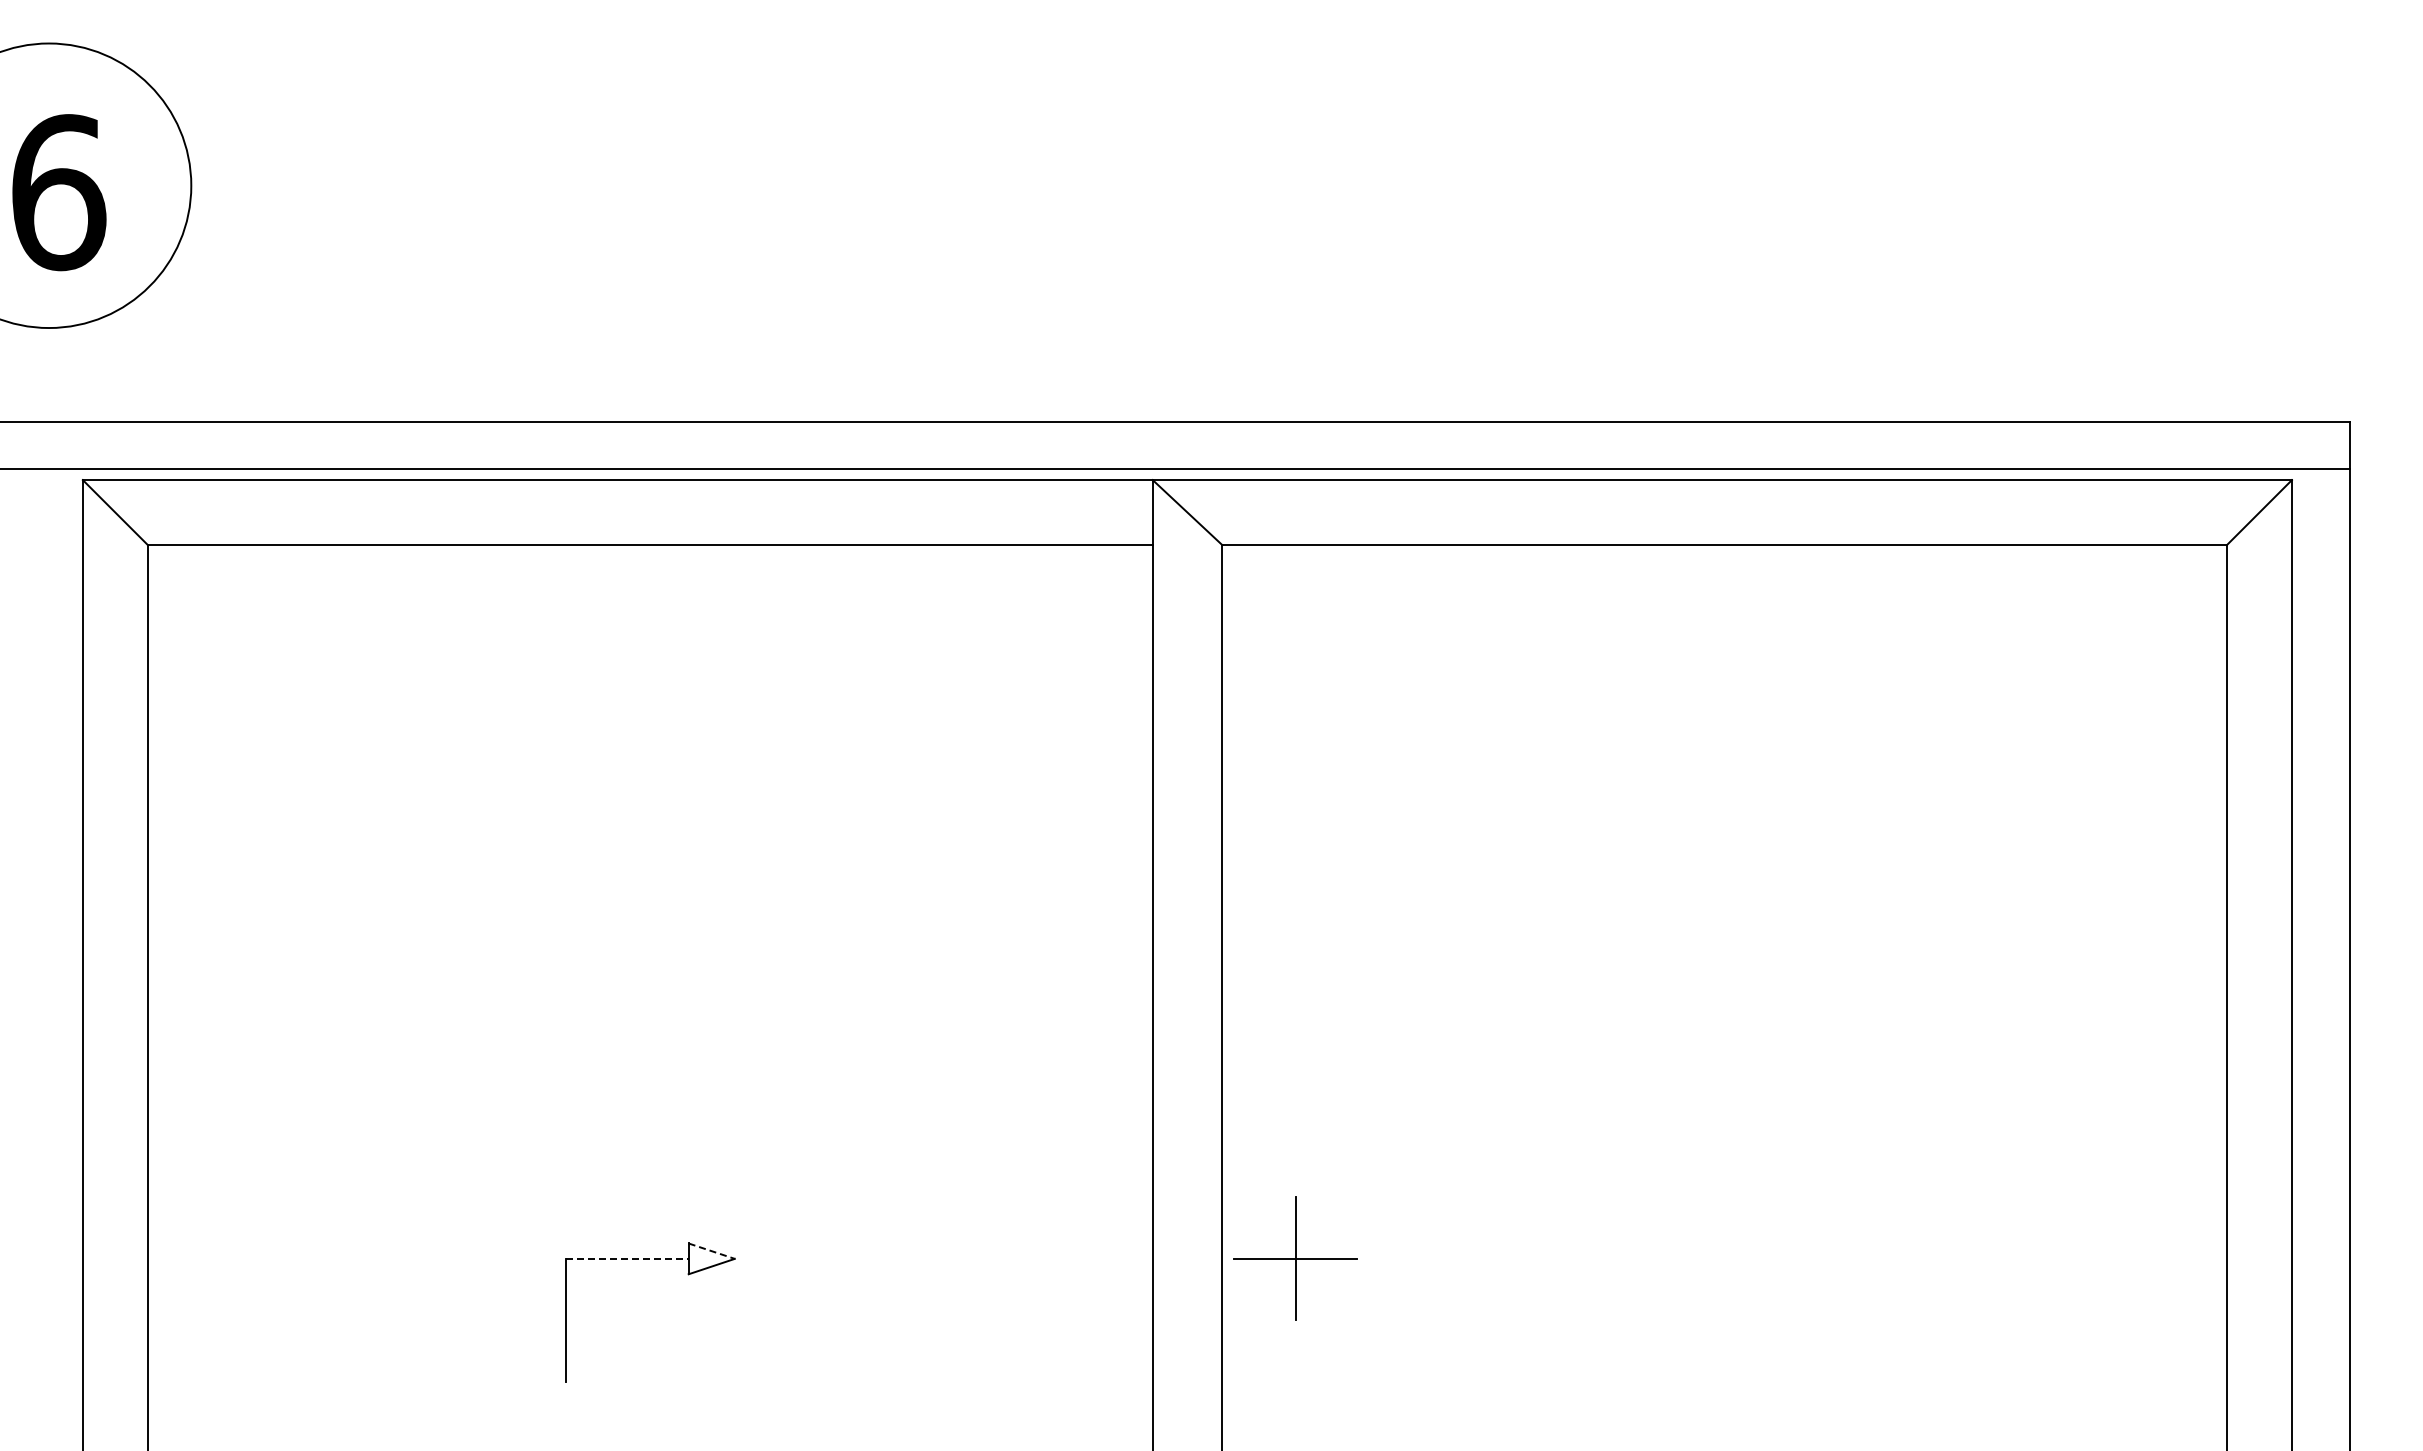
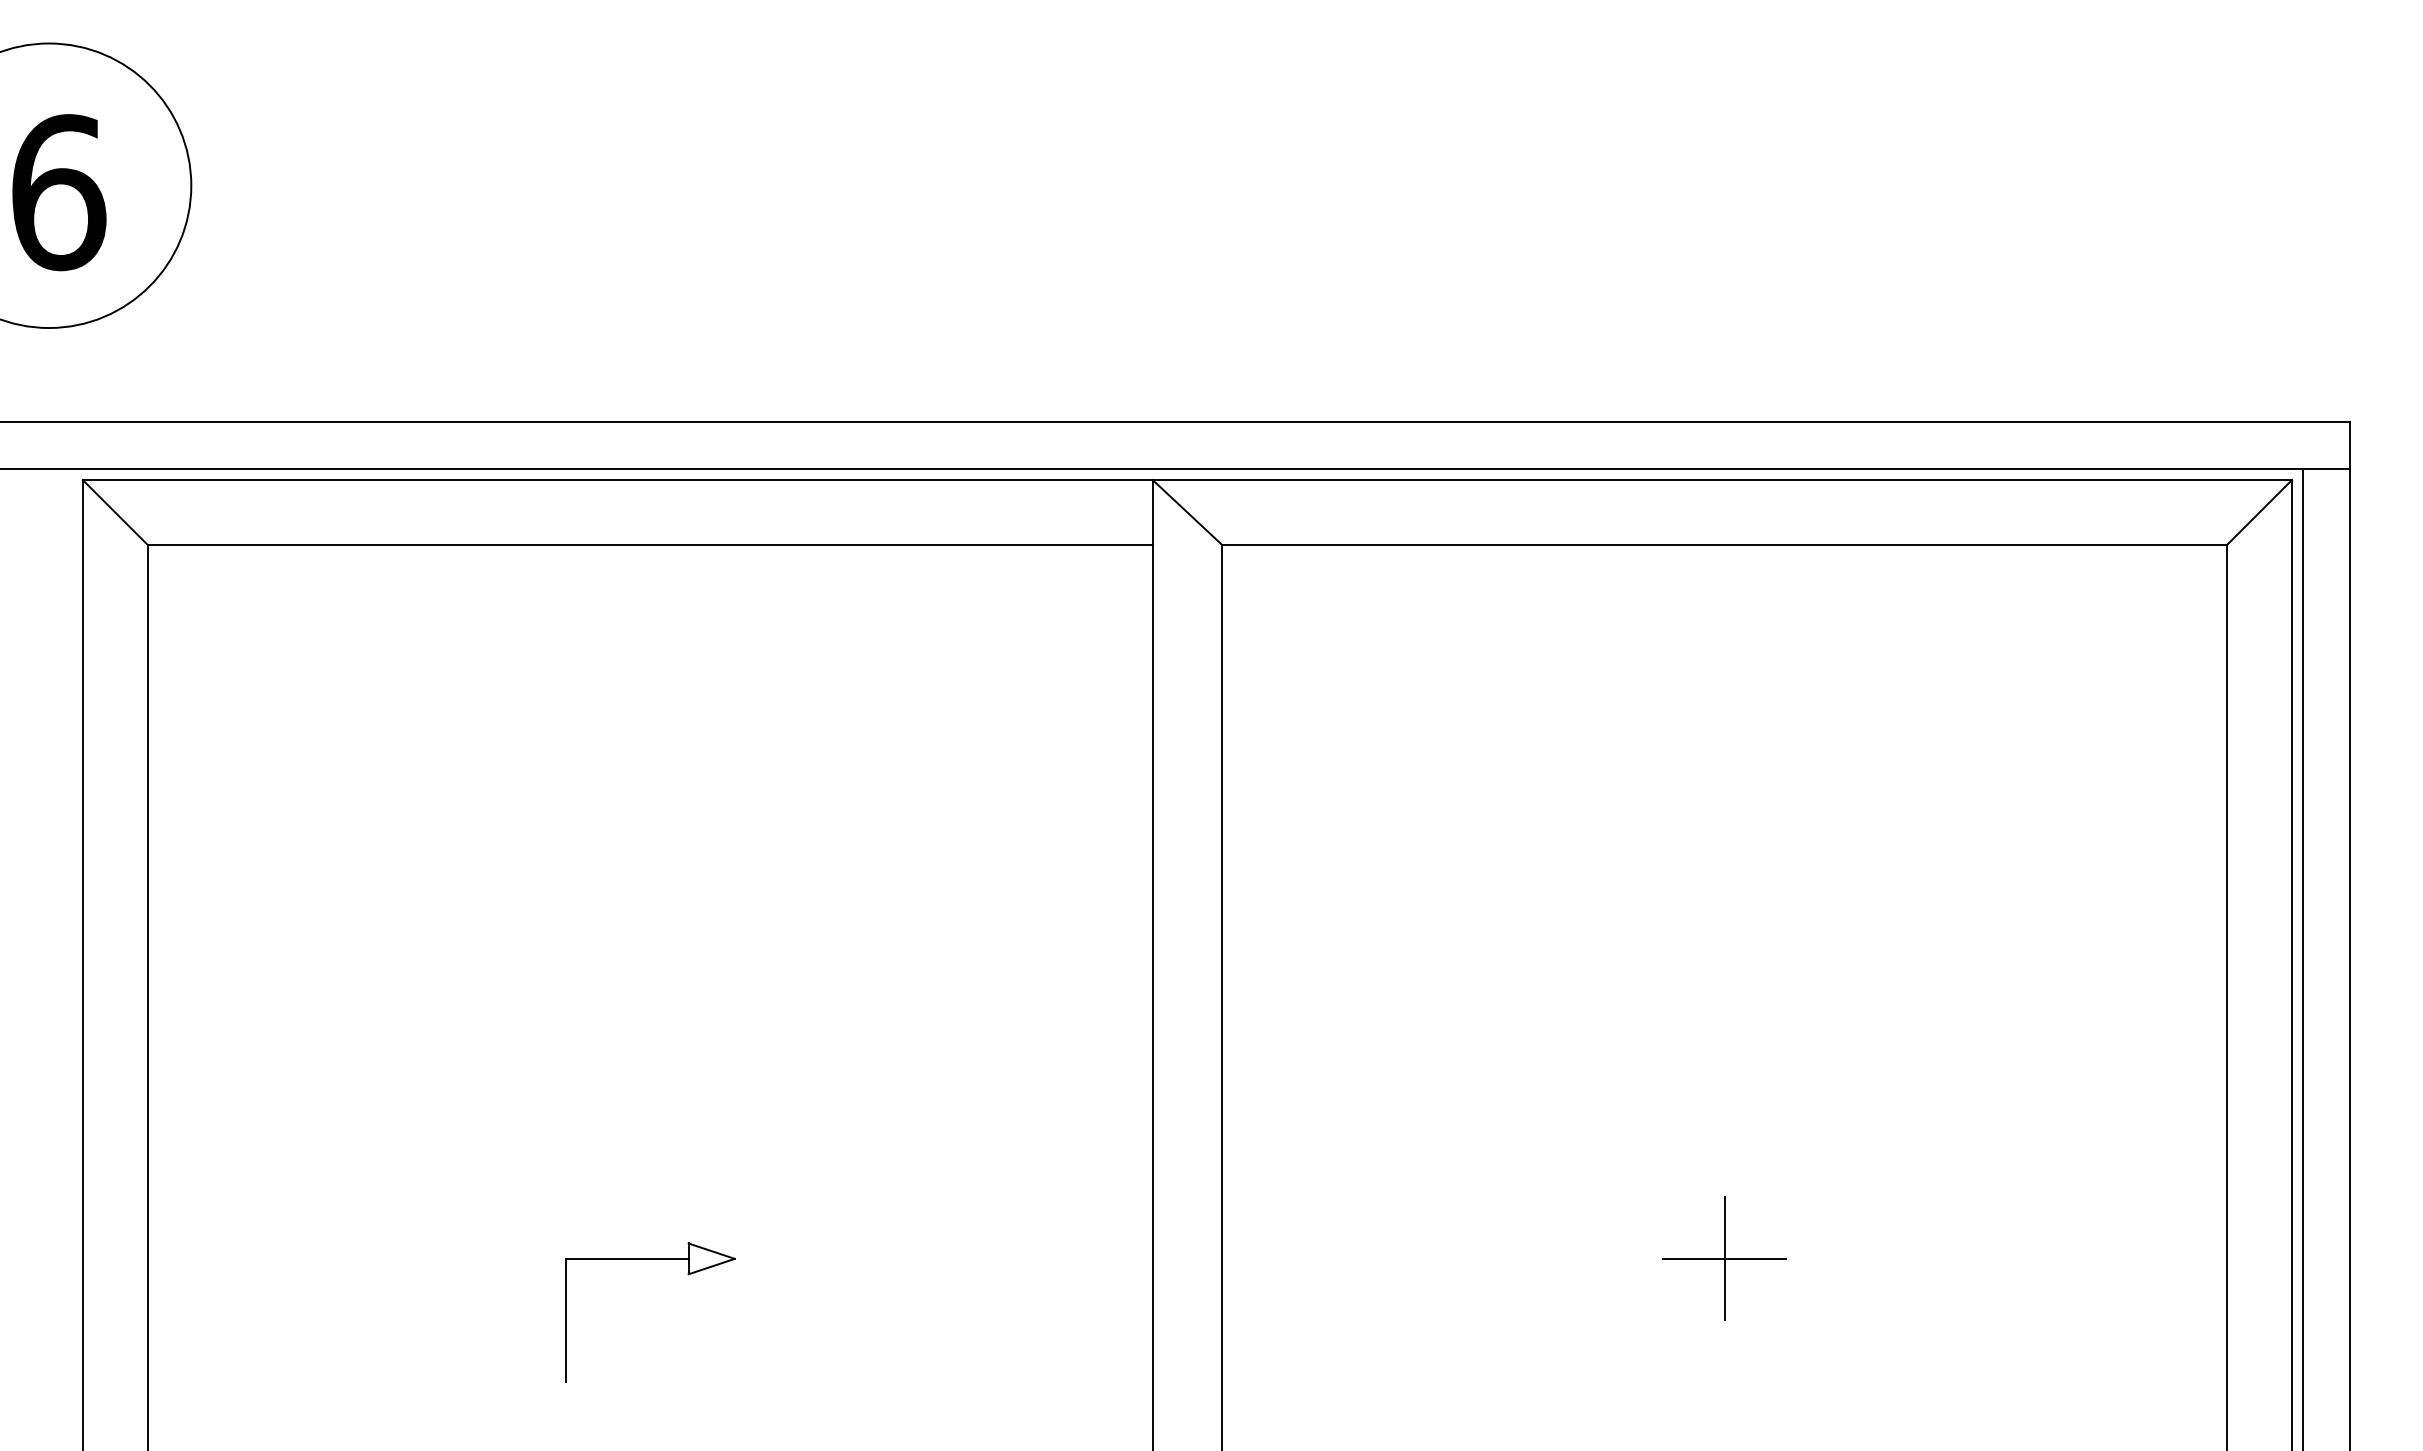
line at (2303, 957): none -> present
line at (712, 1251): dashed -> solid
line at (627, 1258): dashed -> solid
part at (1295, 1258) position: (1295, 1258) -> (1724, 1258)
